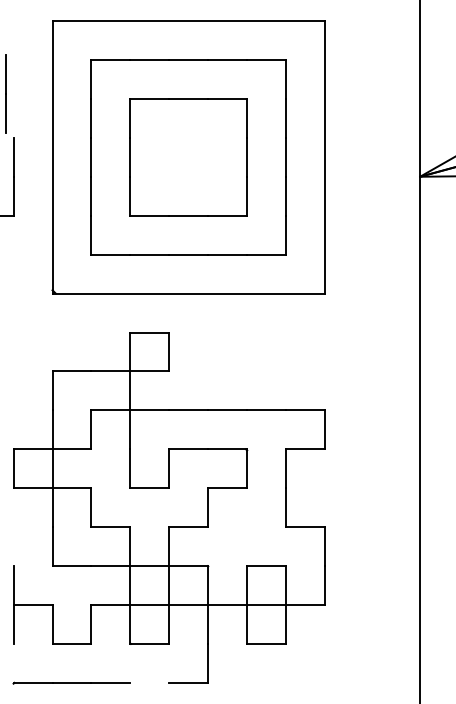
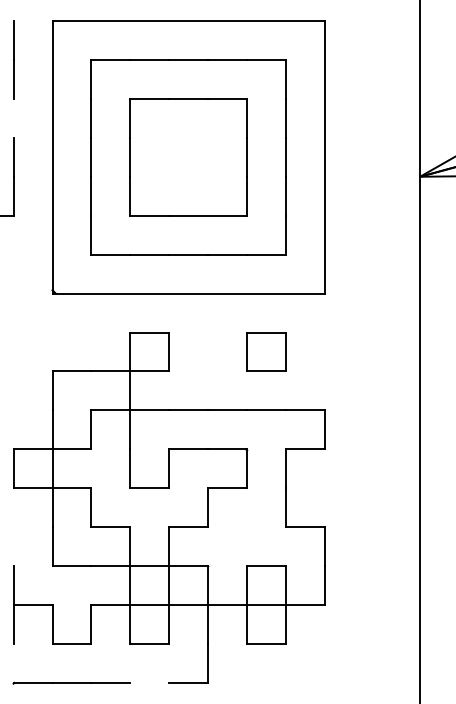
line at (5, 93) position: (5, 93) -> (13, 59)
part at (266, 351): none -> present
